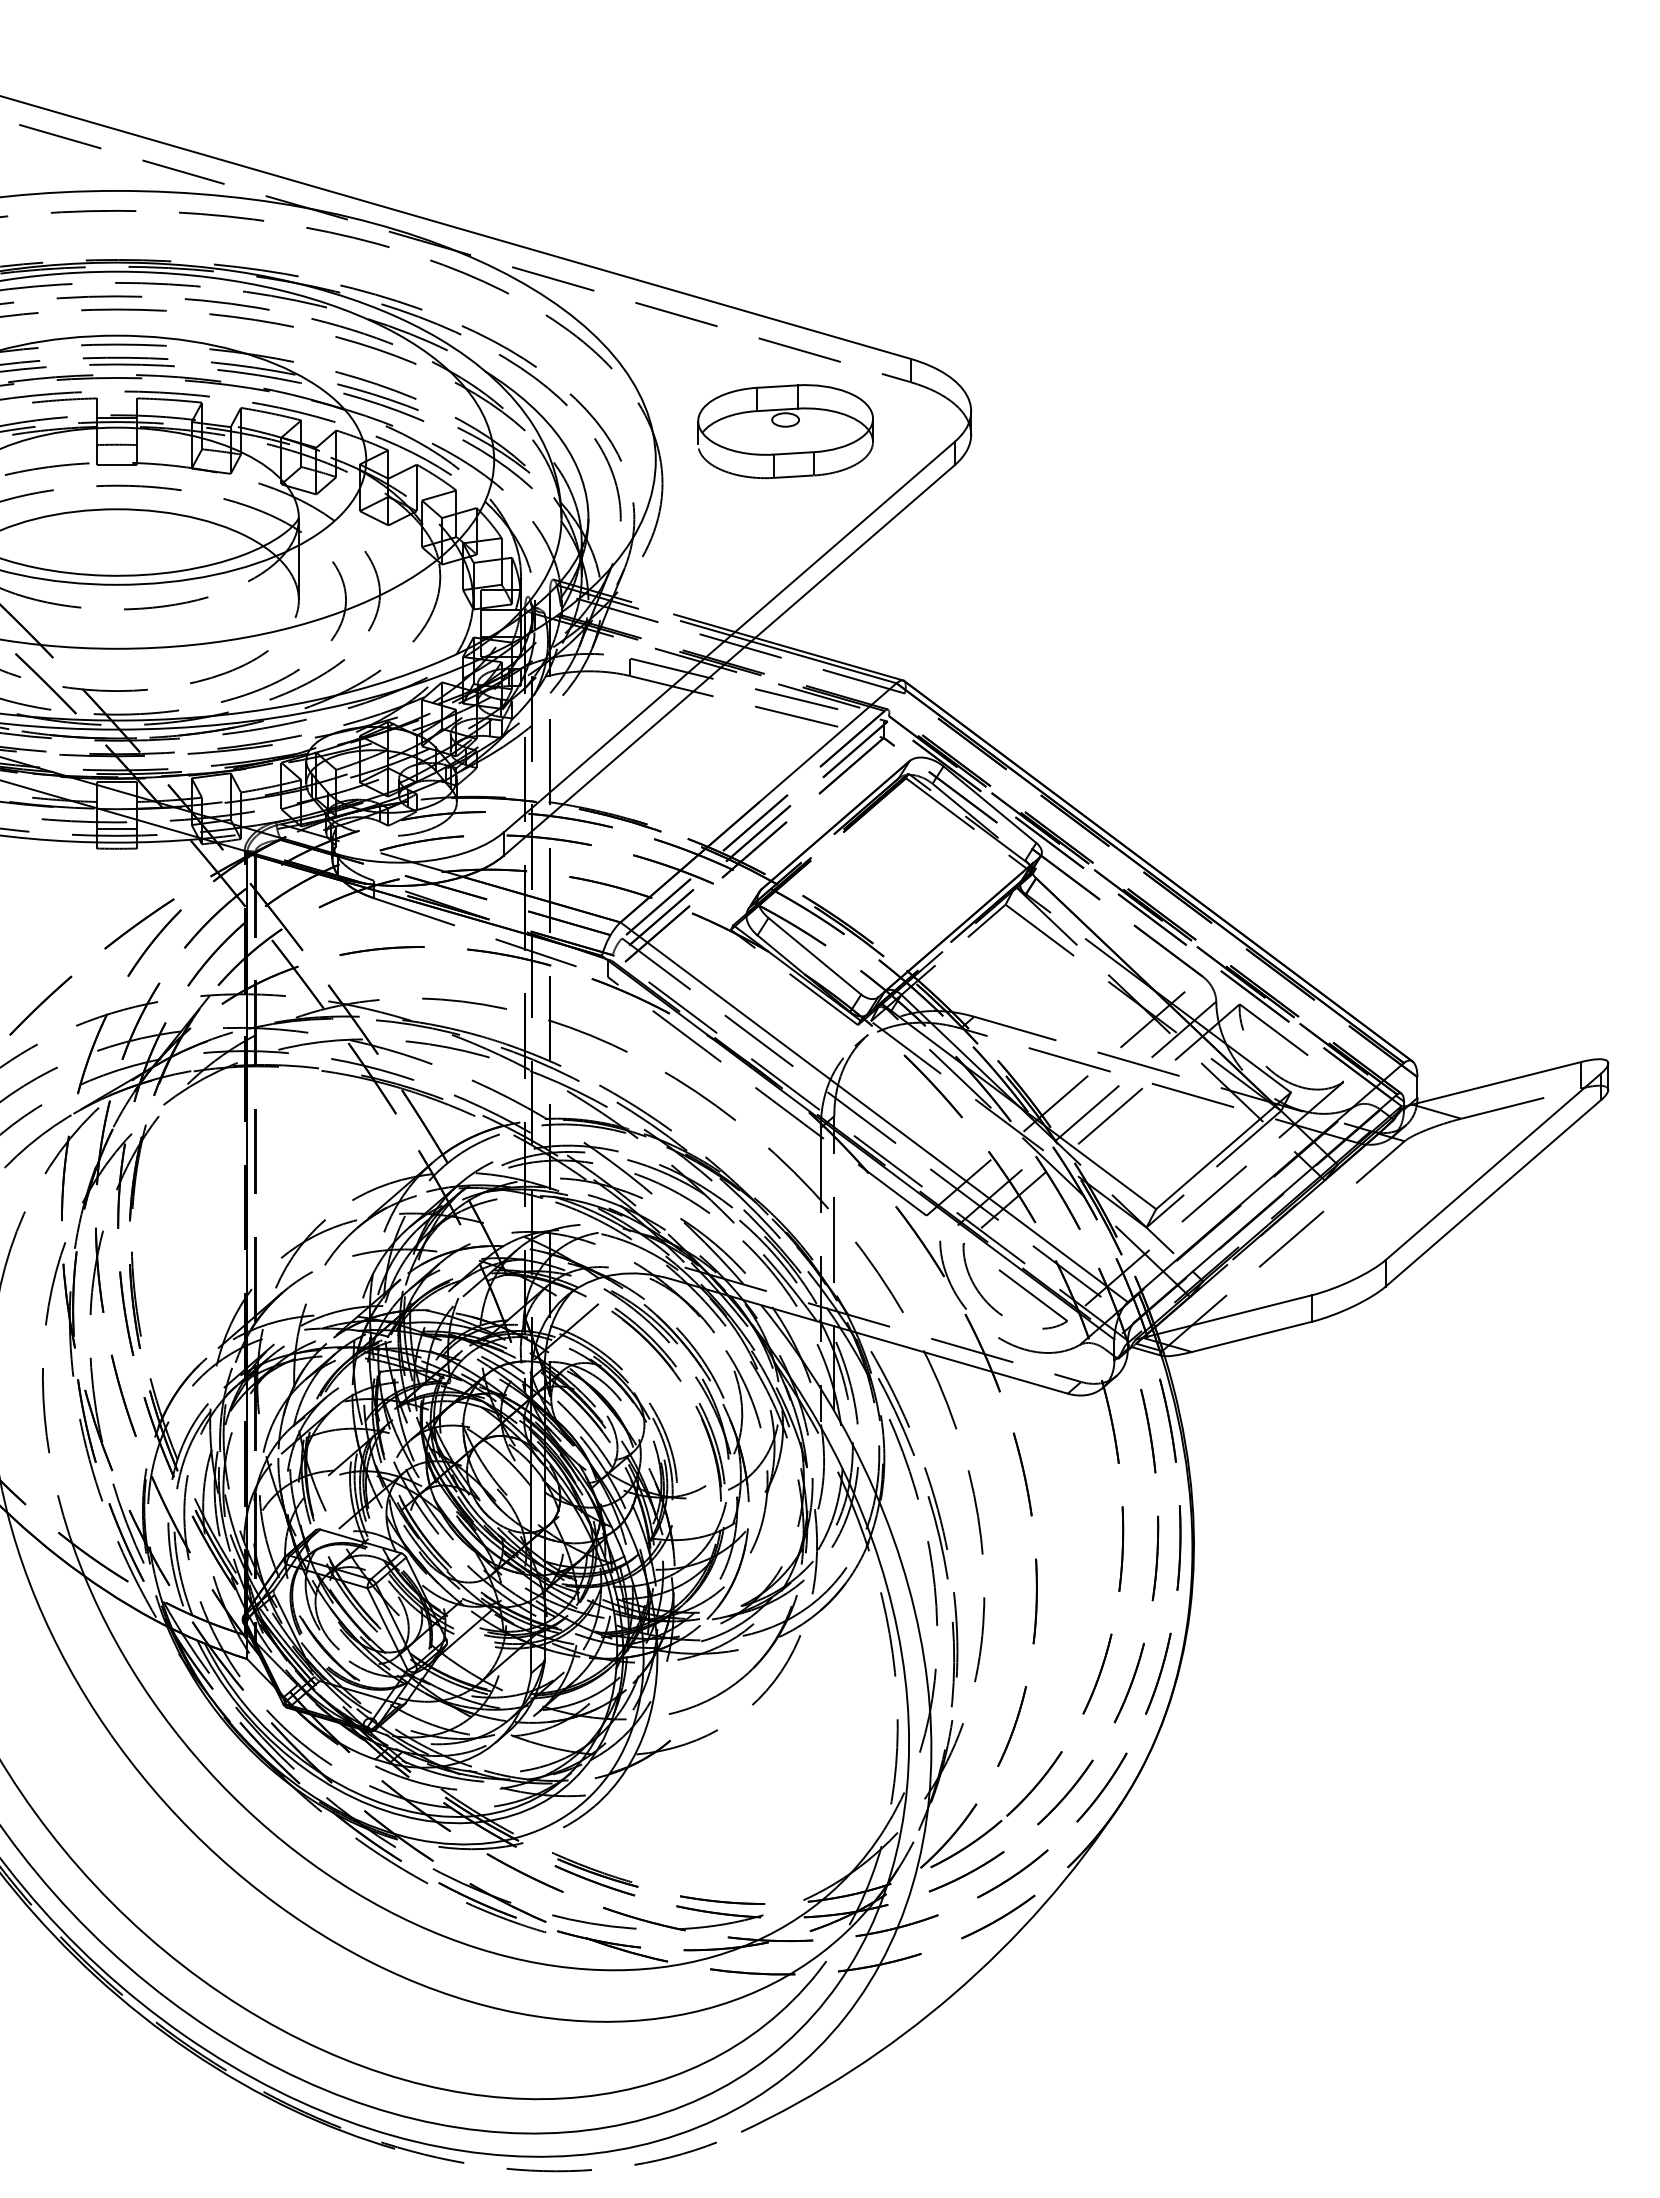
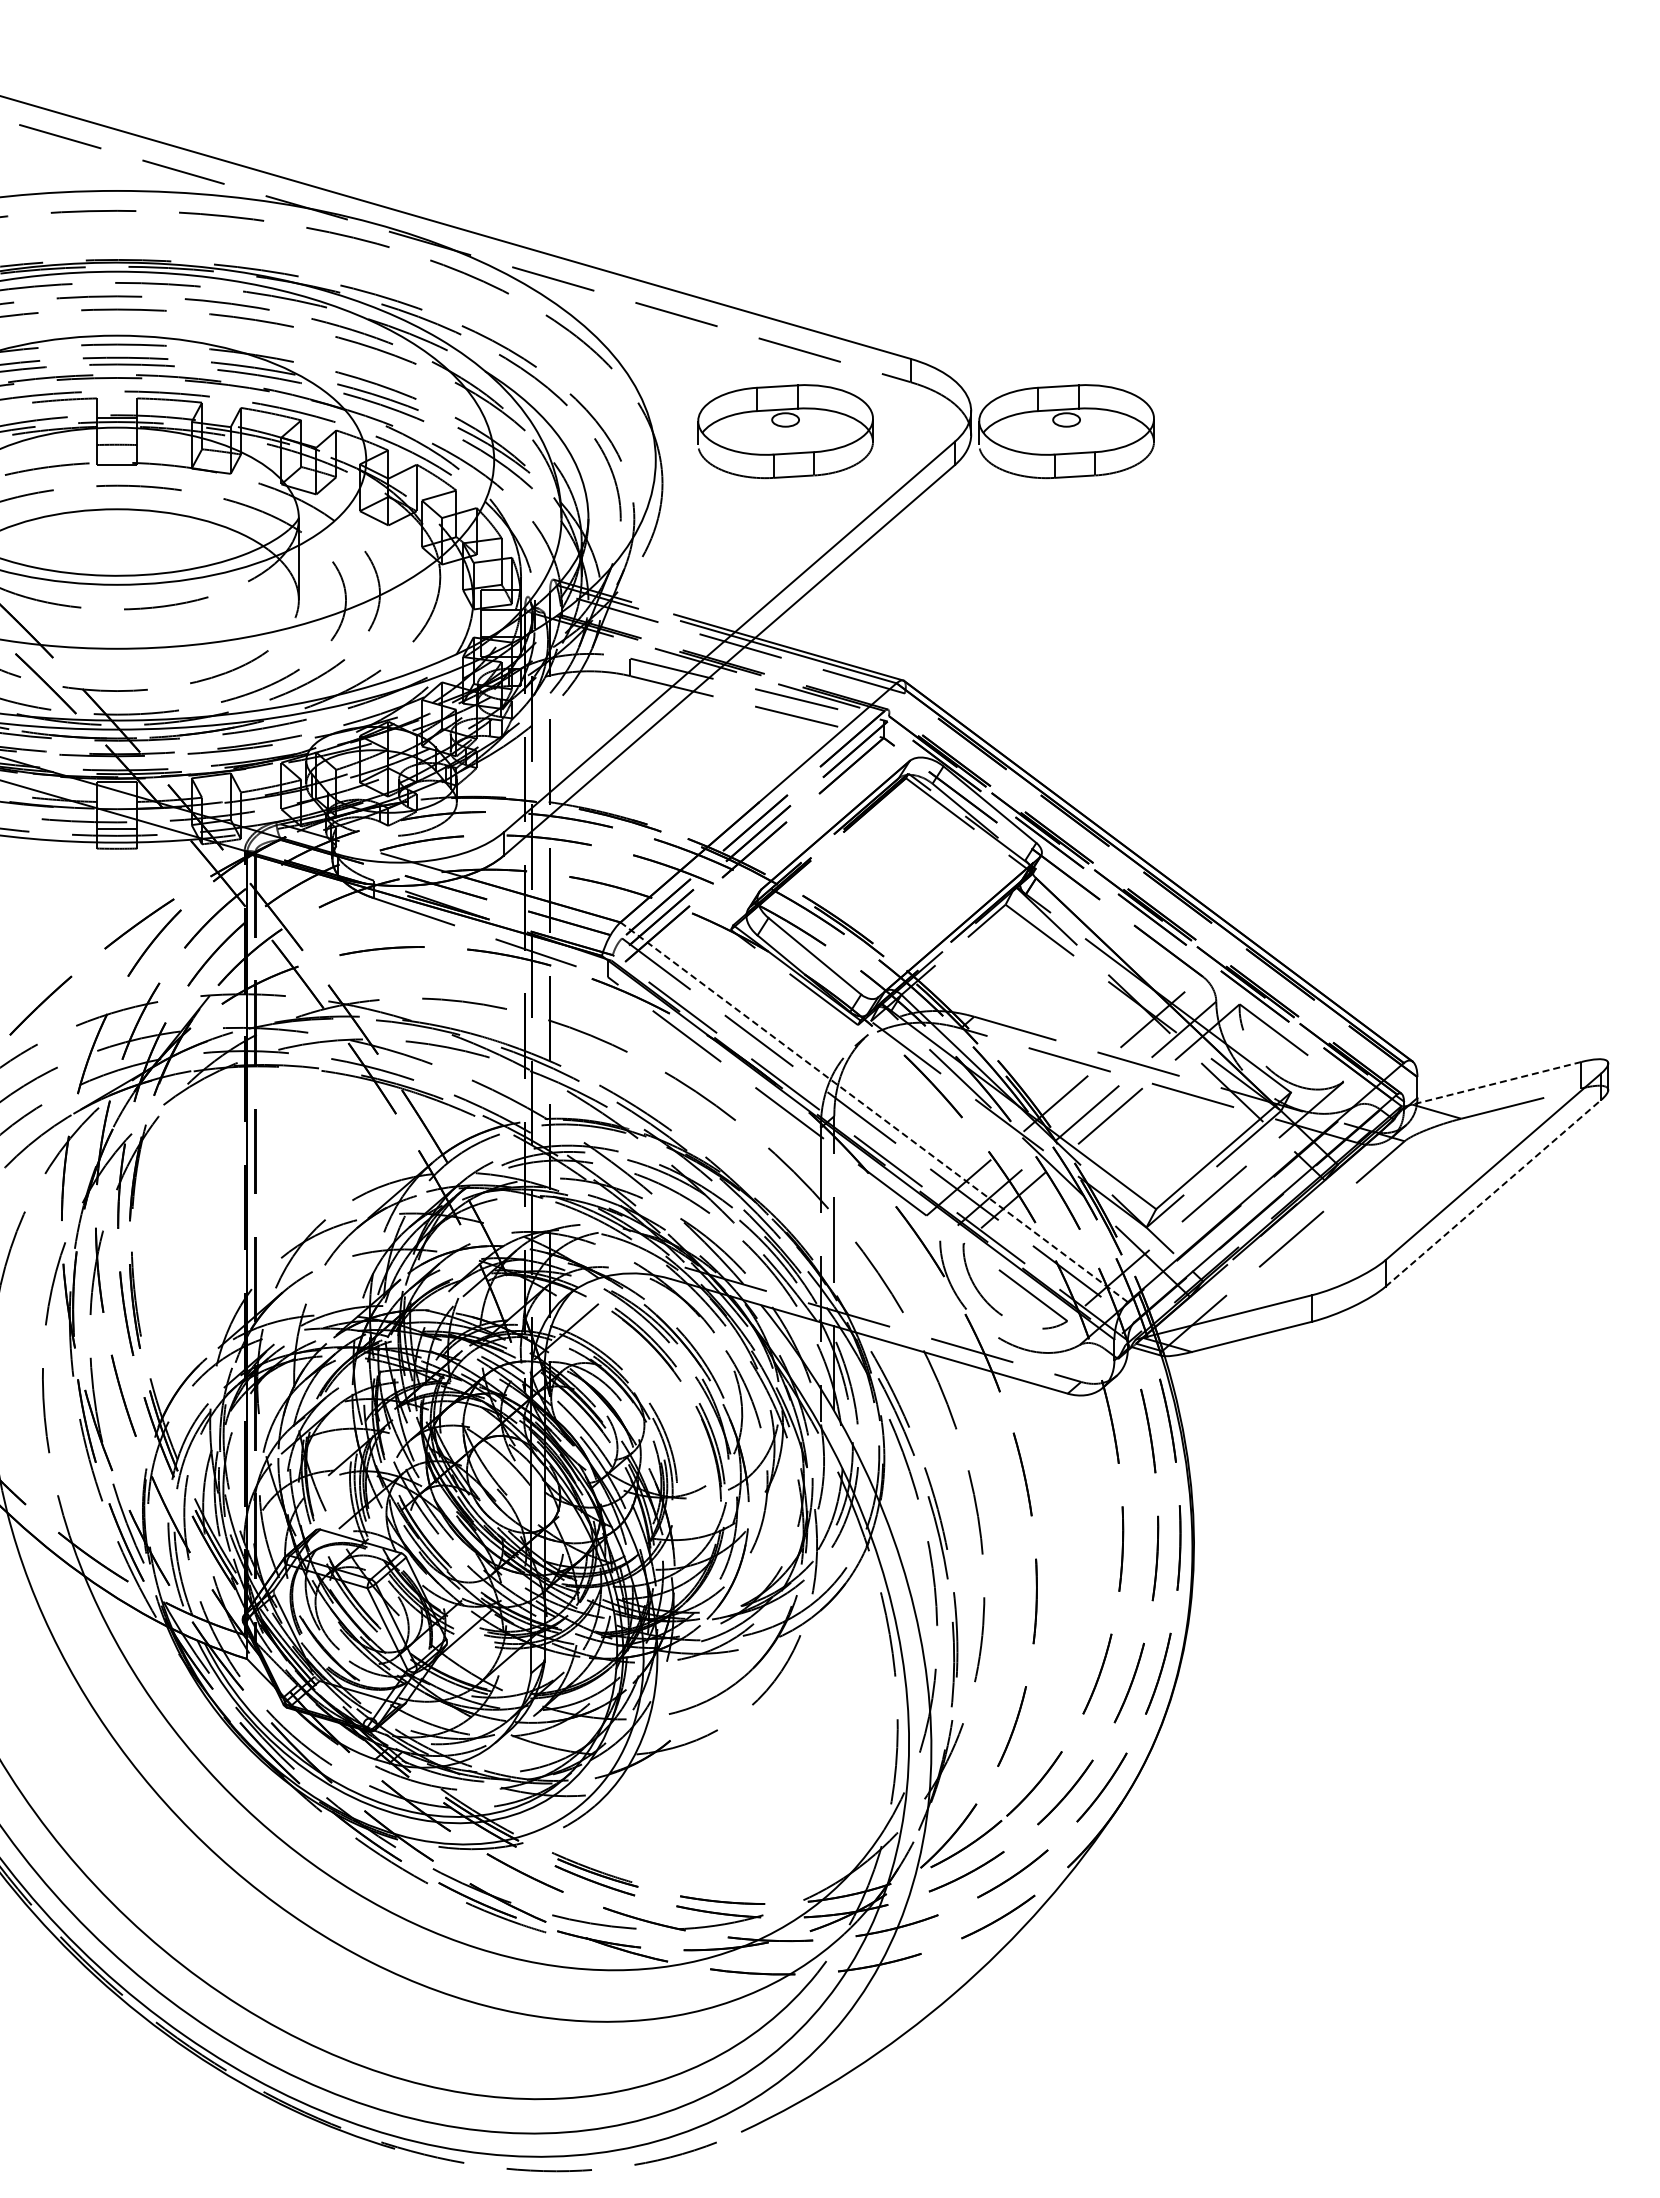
part at (1066, 431): none -> present
line at (1496, 1083): solid -> dashed
line at (874, 1112): solid -> dashed
line at (1493, 1193): solid -> dashed
